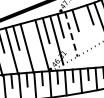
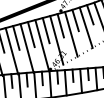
line at (85, 27): none -> present
line at (30, 34): none -> present
line at (71, 34): dashed -> solid
